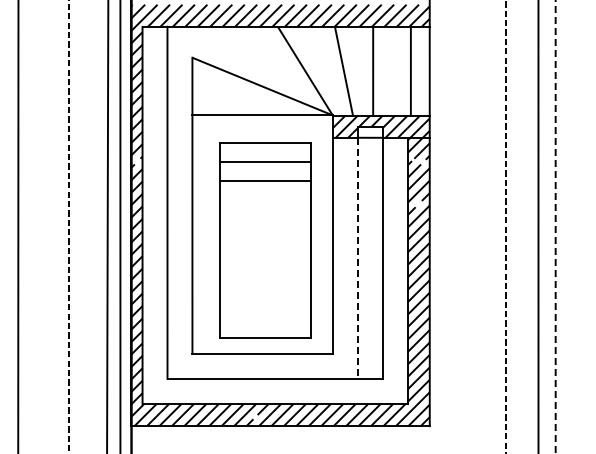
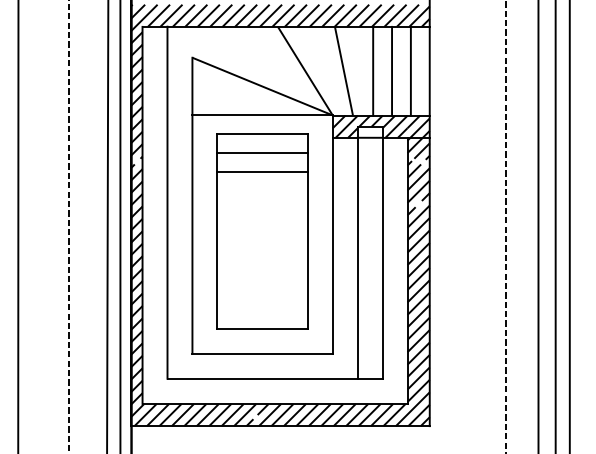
line at (392, 70): none -> present
line at (555, 226): dashed -> solid
line at (569, 226): none -> present
part at (265, 240) position: (265, 240) -> (262, 231)
line at (357, 258): dashed -> solid
